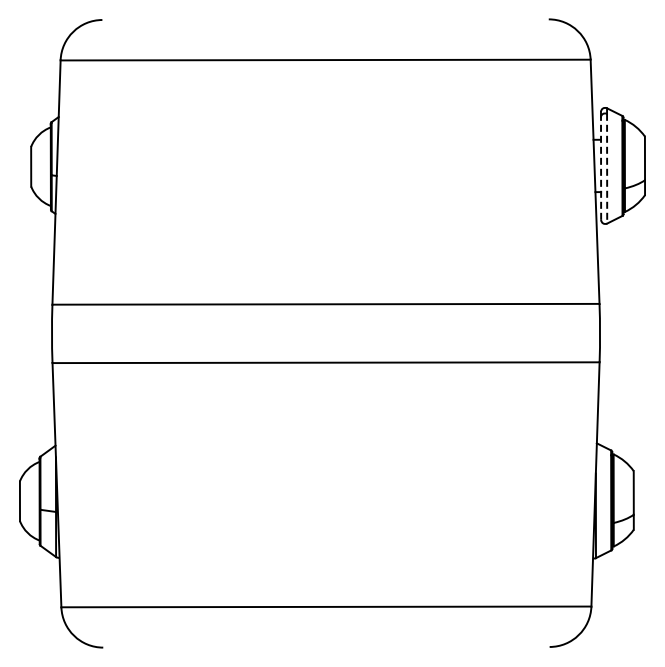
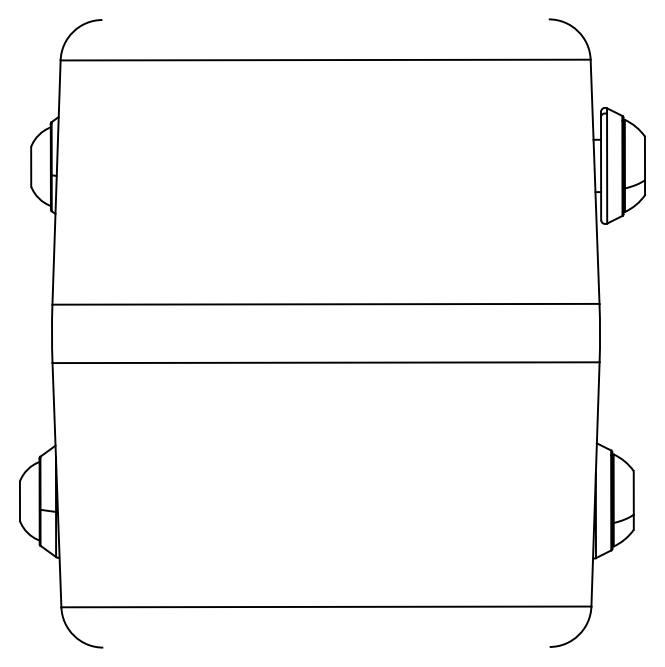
line at (601, 168): dashed -> solid
line at (607, 168): dashed -> solid
